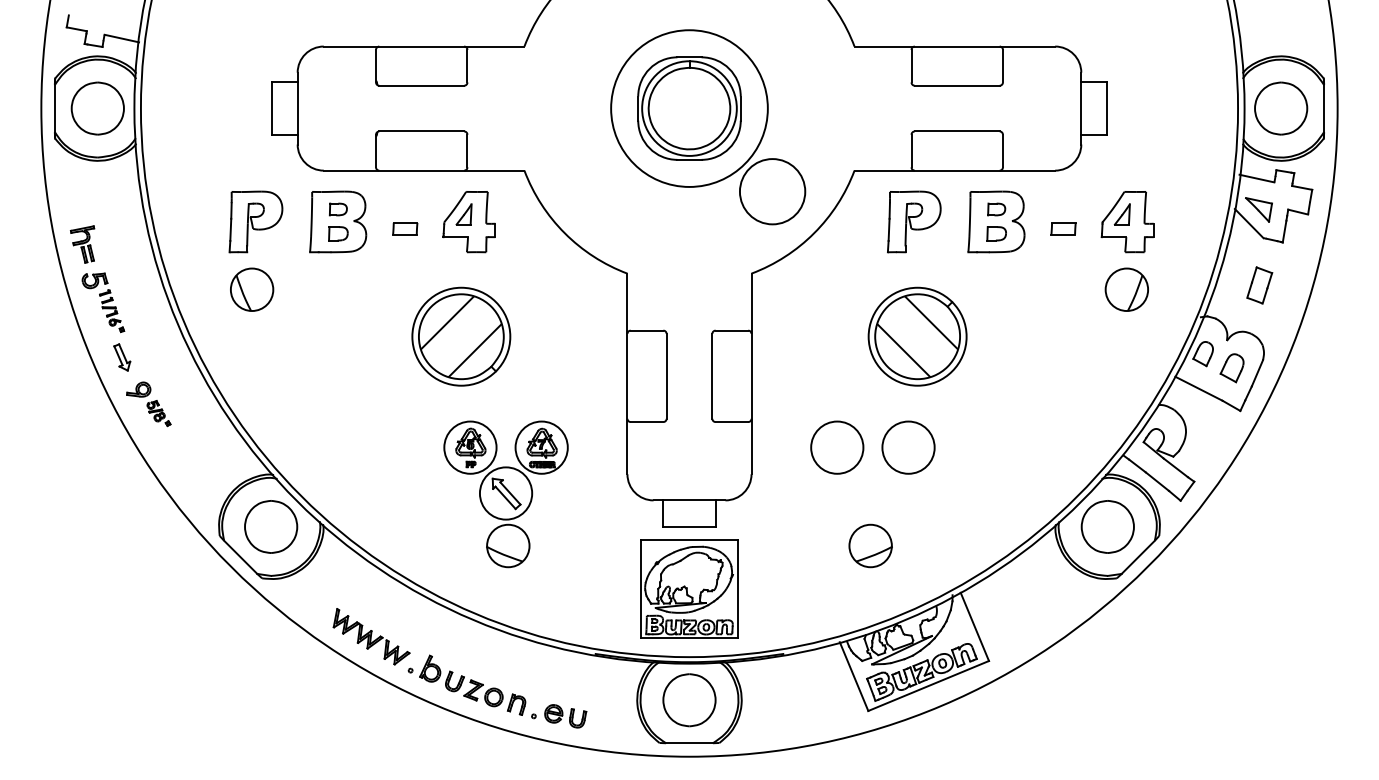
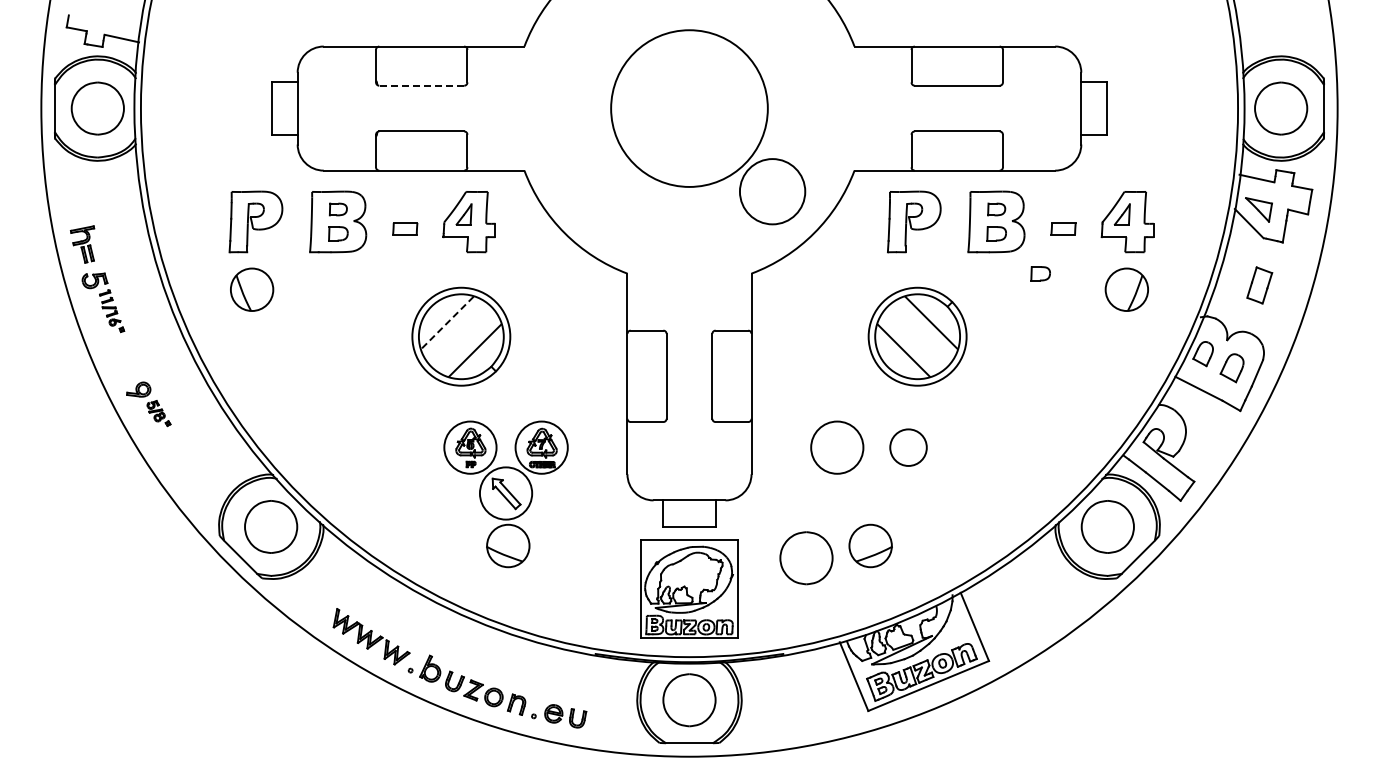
line at (421, 85): solid -> dashed
part at (689, 108): present -> none
part at (1040, 273): none -> present
line at (447, 323): solid -> dashed
part at (122, 357): present -> none
circle at (908, 447) diameter: 52 px -> 37 px
part at (806, 558): none -> present
